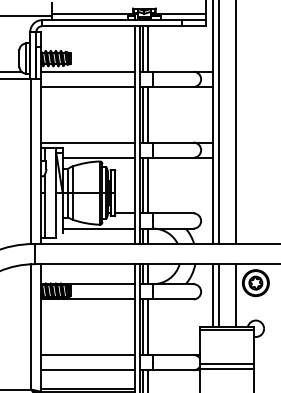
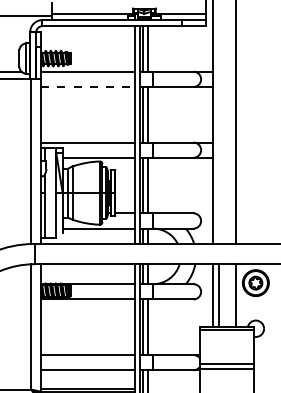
line at (88, 86): solid -> dashed
line at (219, 122): present -> none
